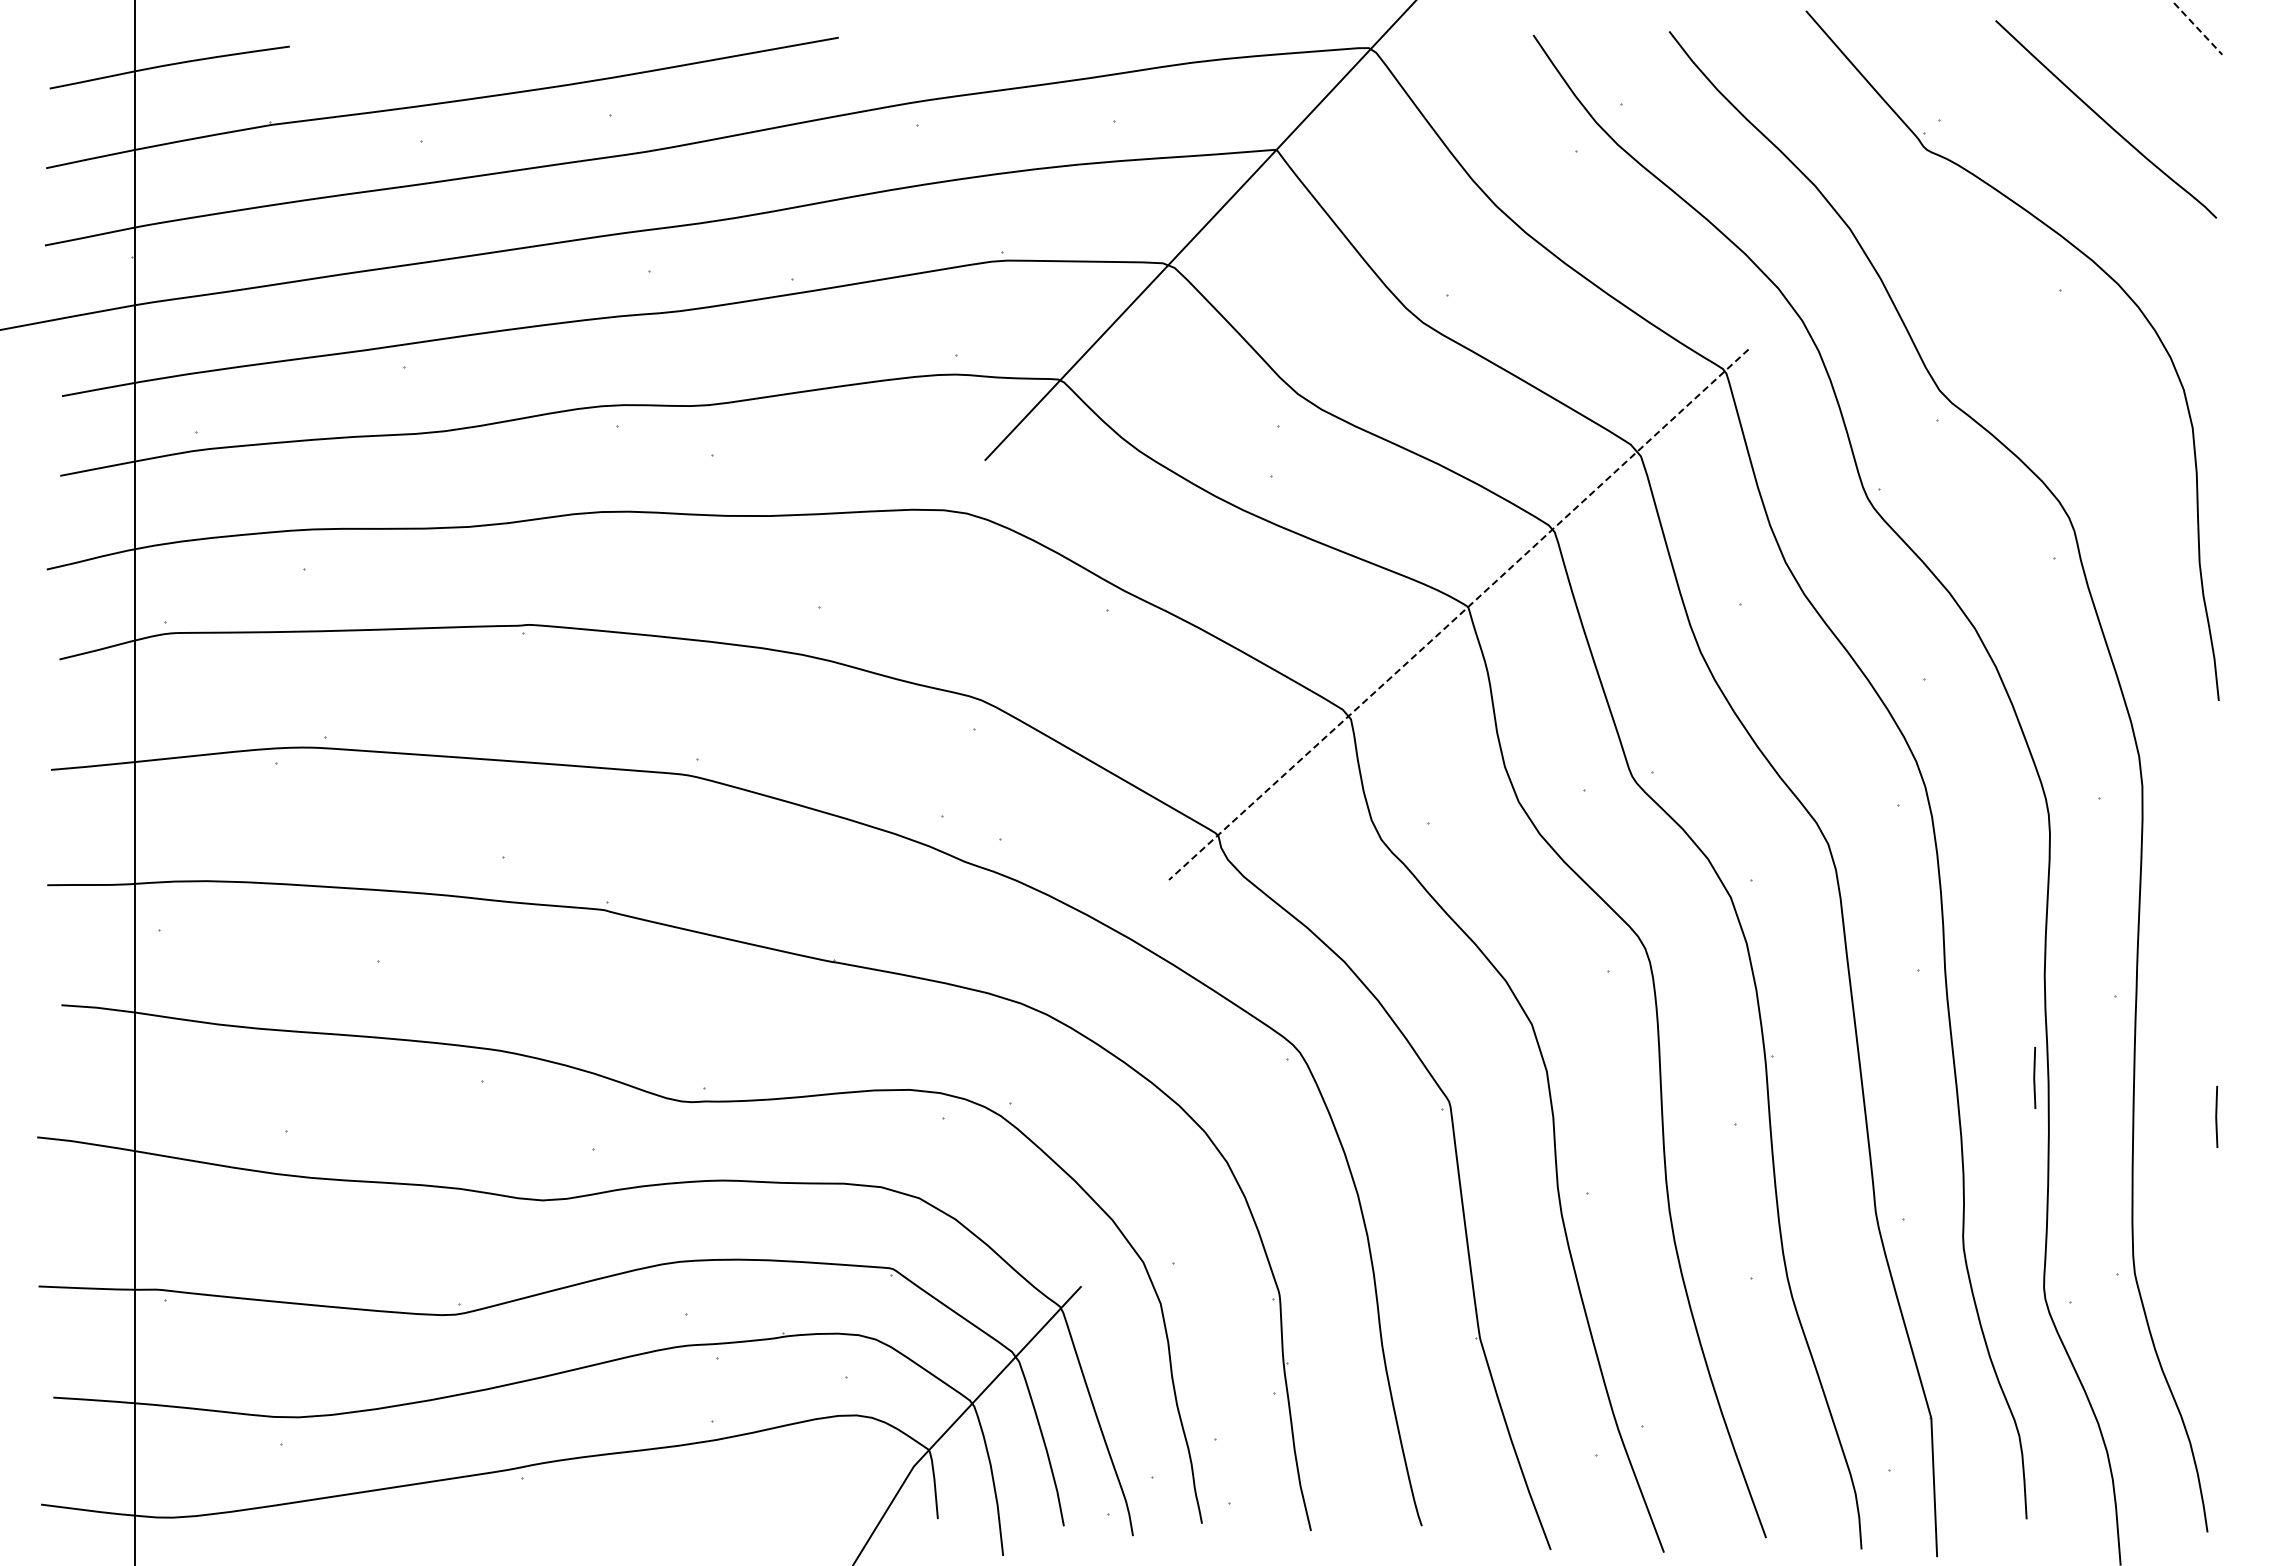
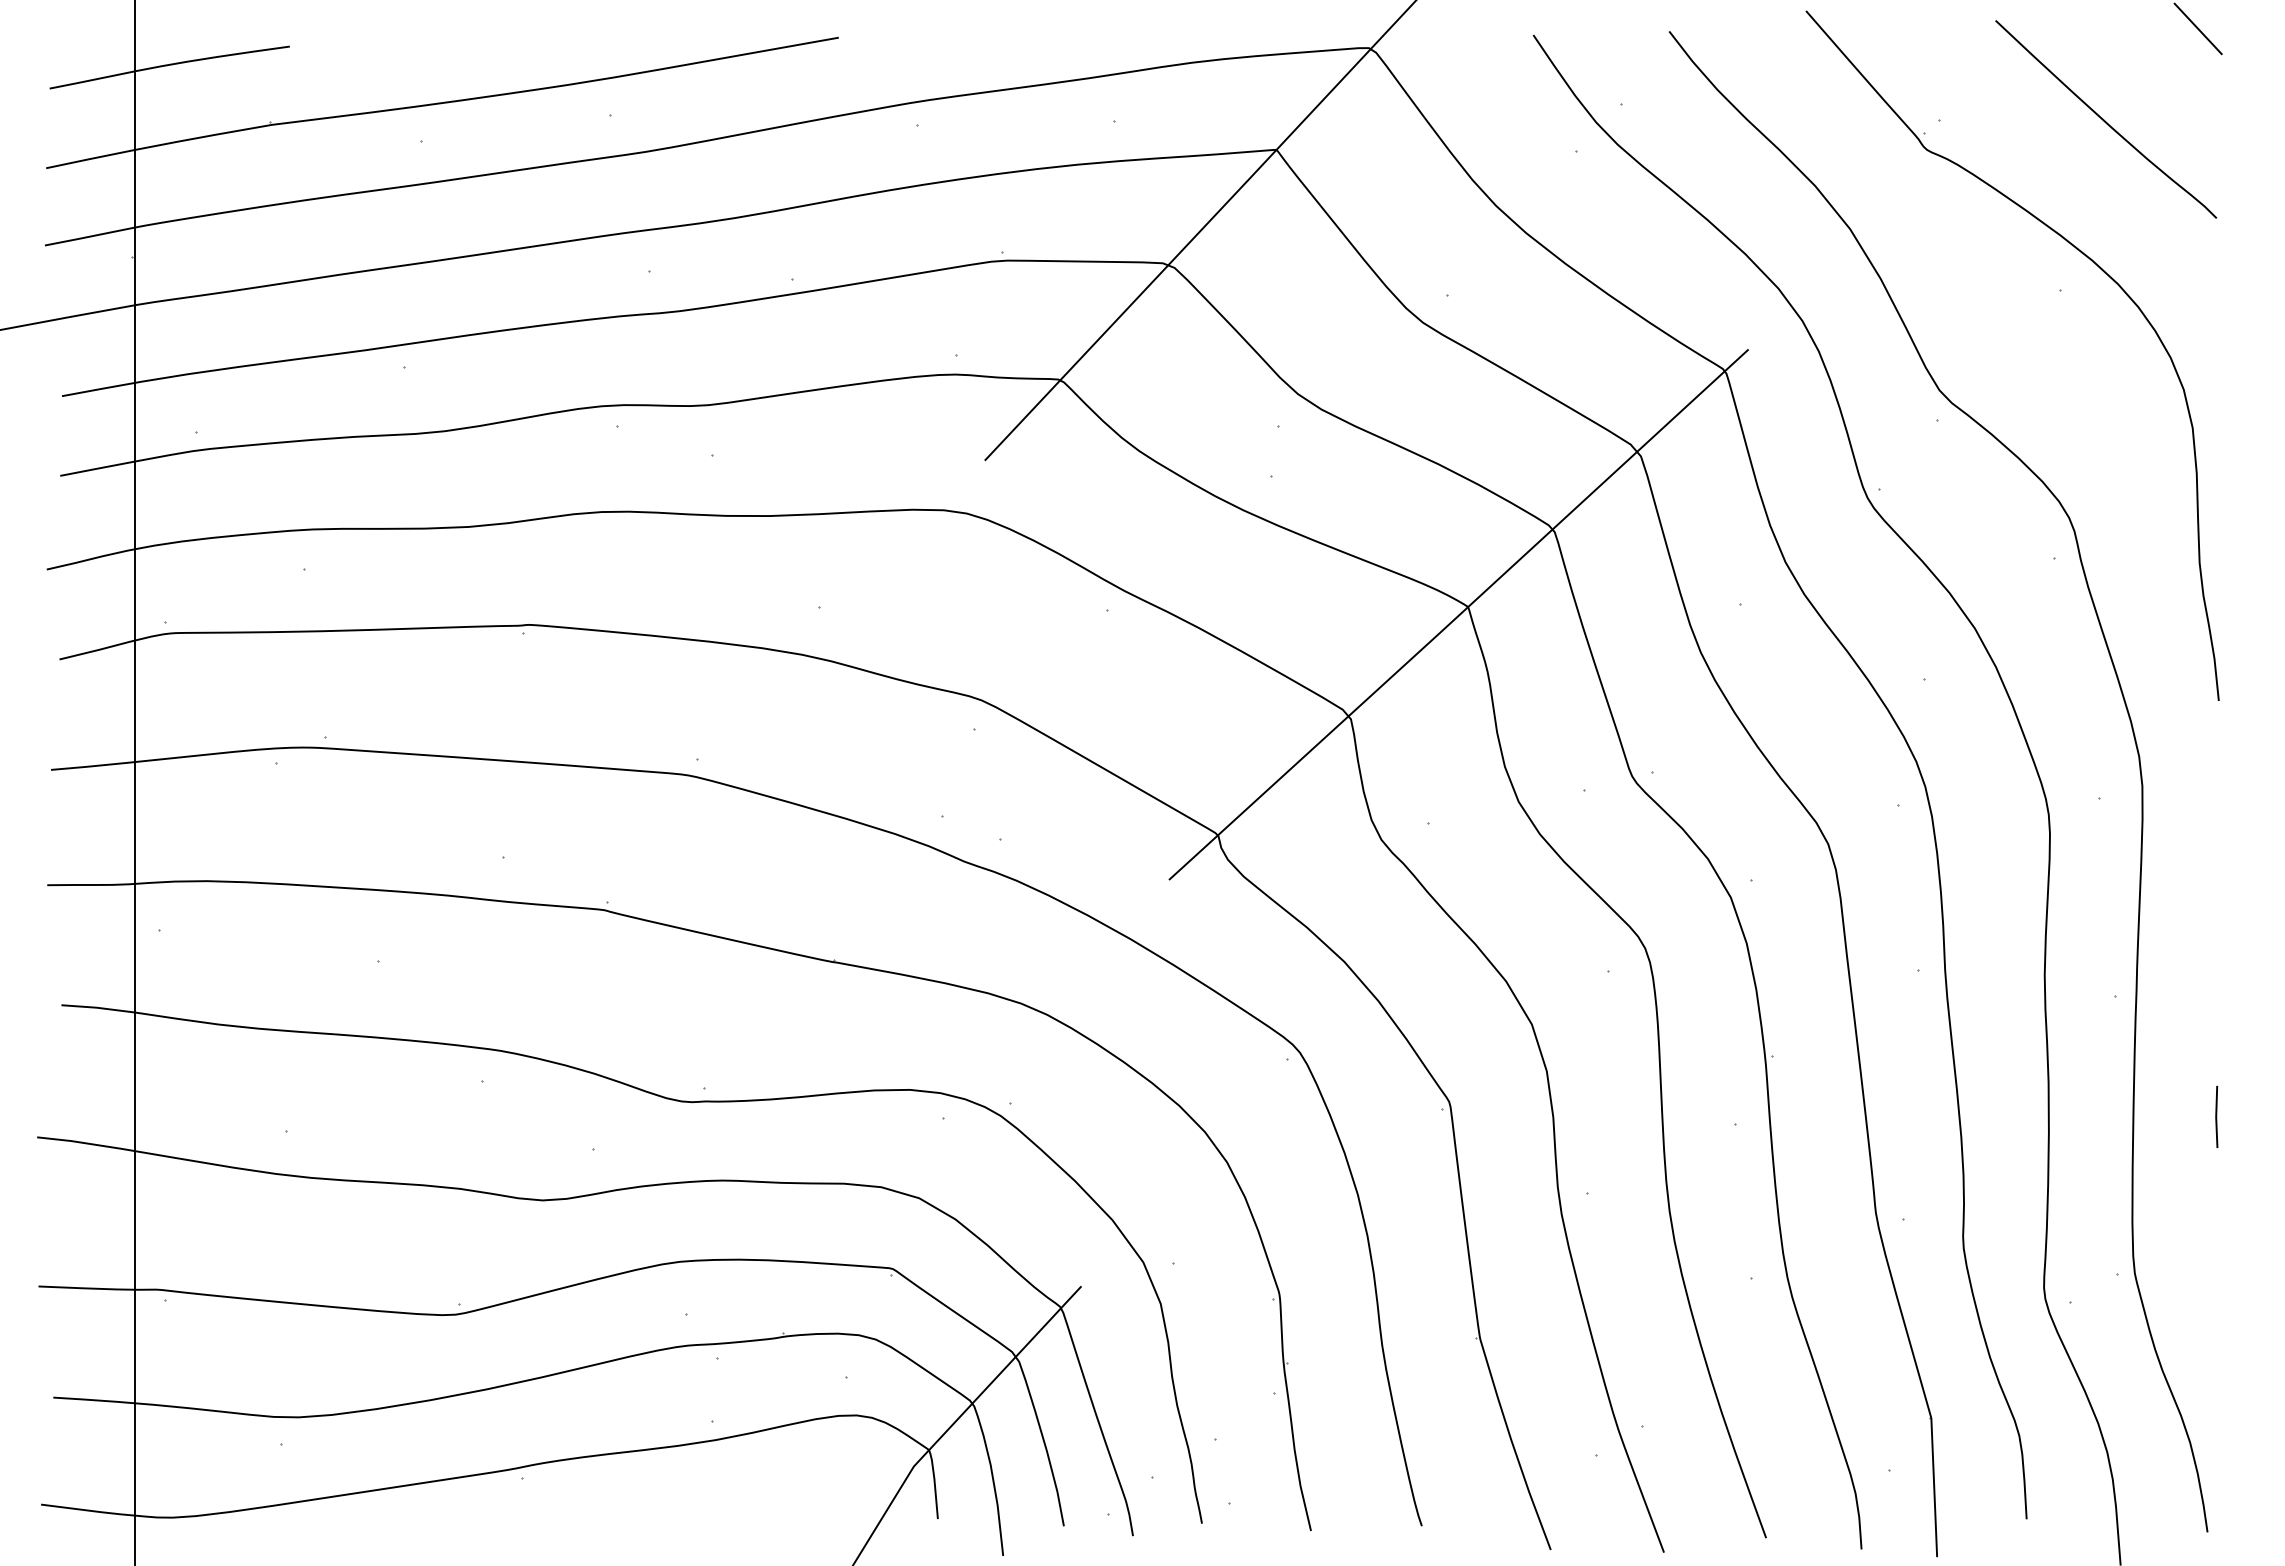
line at (2198, 29): dashed -> solid
line at (1459, 615): dashed -> solid
line at (2034, 1077): present -> none
